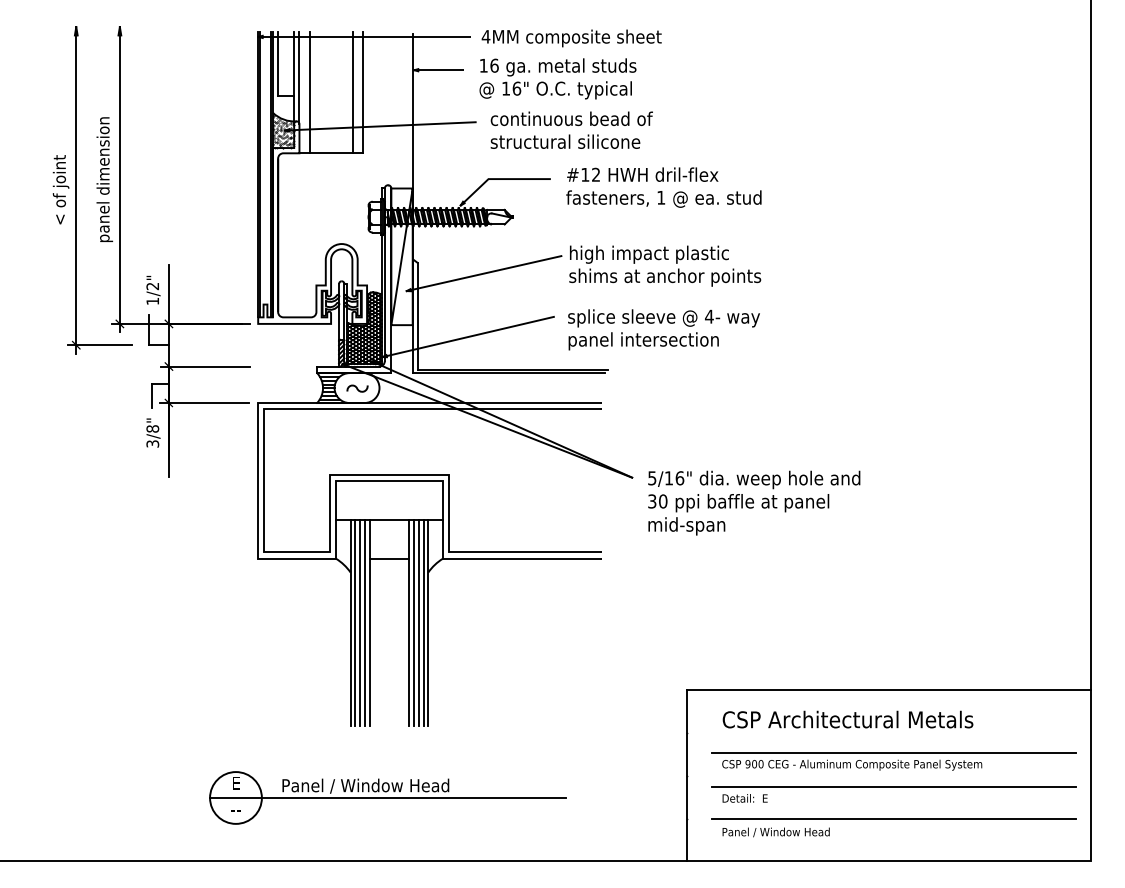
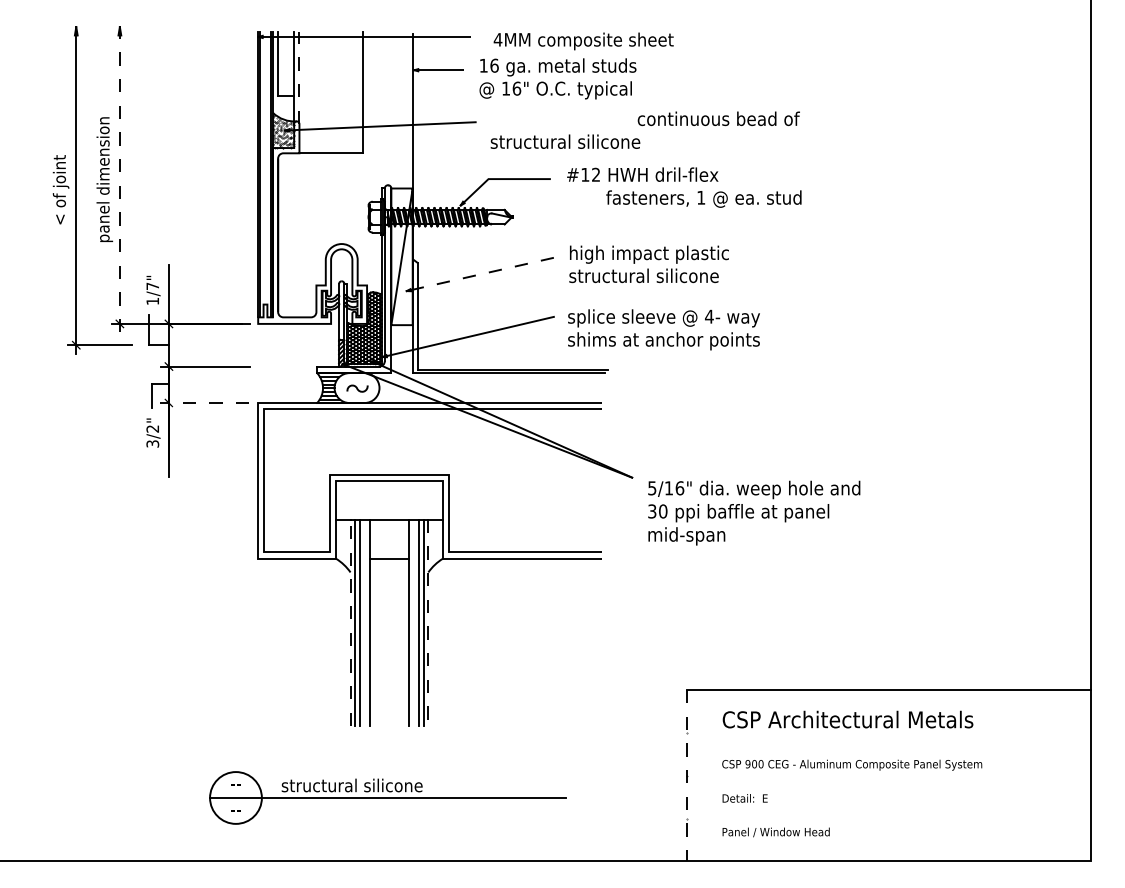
text at (571, 38) position: (571, 38) -> (583, 41)
line at (299, 77): solid -> dashed
line at (310, 92): present -> none
line at (352, 92): present -> none
text at (571, 118) position: (571, 118) -> (718, 118)
line at (119, 183): solid -> dashed
text at (663, 198) position: (663, 198) -> (703, 198)
line at (486, 273): solid -> dashed
text at (669, 277): shims at anchor points -> structural silicone
text at (152, 286): 1/2" -> 1/7"
text at (663, 341): panel intersection -> shims at anchor points
line at (204, 403): solid -> dashed
text at (152, 428): 3/8" -> 3/2"
text at (754, 502) position: (754, 502) -> (754, 512)
line at (350, 622): solid -> dashed
line at (365, 622): present -> none
line at (413, 622): present -> none
line at (428, 623): solid -> dashed
line at (893, 752): present -> none
line at (687, 775): solid -> dashed
text at (235, 783): E -> --
text at (365, 785): Panel / Window Head -> structural silicone
line at (893, 787): present -> none
line at (893, 819): present -> none
